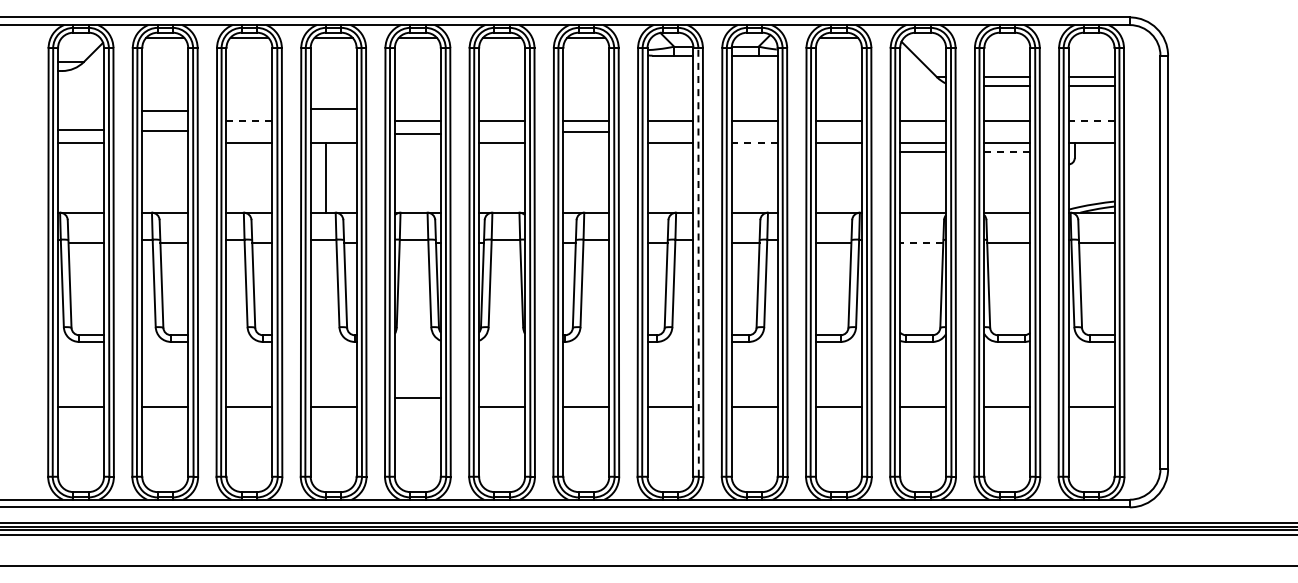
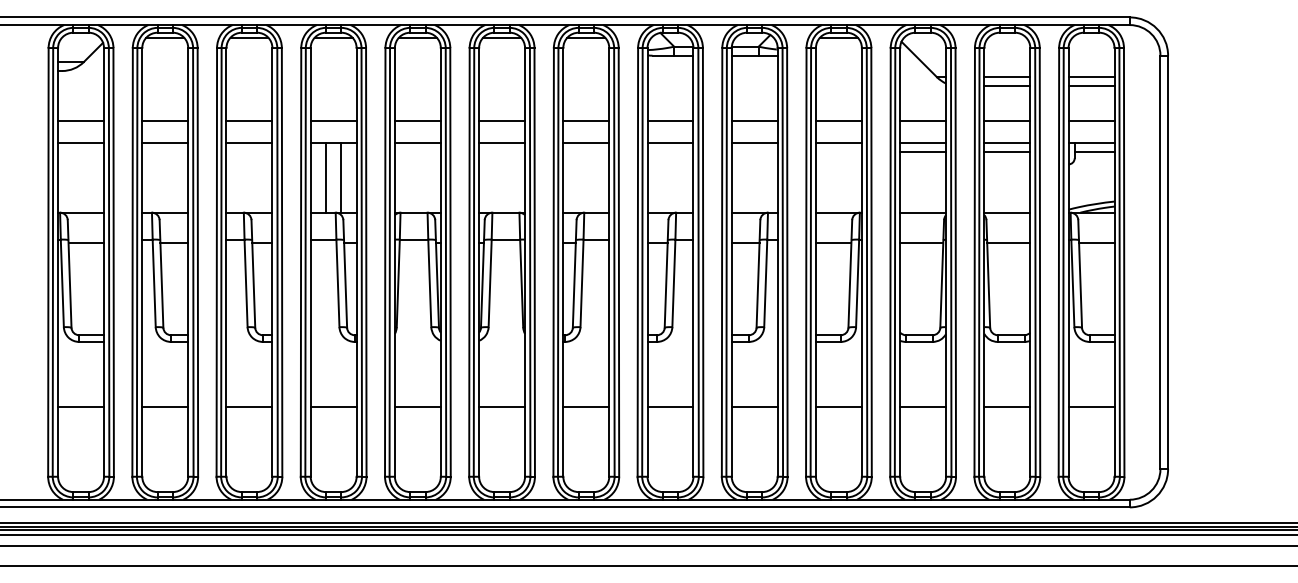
line at (333, 108) position: (333, 108) -> (333, 120)
line at (165, 110) position: (165, 110) -> (165, 120)
line at (249, 120): dashed -> solid
line at (1091, 120): dashed -> solid
line at (81, 129) position: (81, 129) -> (81, 120)
line at (165, 130) position: (165, 130) -> (165, 142)
line at (586, 131) position: (586, 131) -> (586, 142)
line at (417, 133) position: (417, 133) -> (417, 142)
line at (754, 142): dashed -> solid
line at (1007, 152): dashed -> solid
line at (1094, 152): none -> present
line at (341, 177): none -> present
line at (921, 243): dashed -> solid
line at (698, 261): dashed -> solid
line at (417, 397) position: (417, 397) -> (417, 406)
line at (648, 545): none -> present
